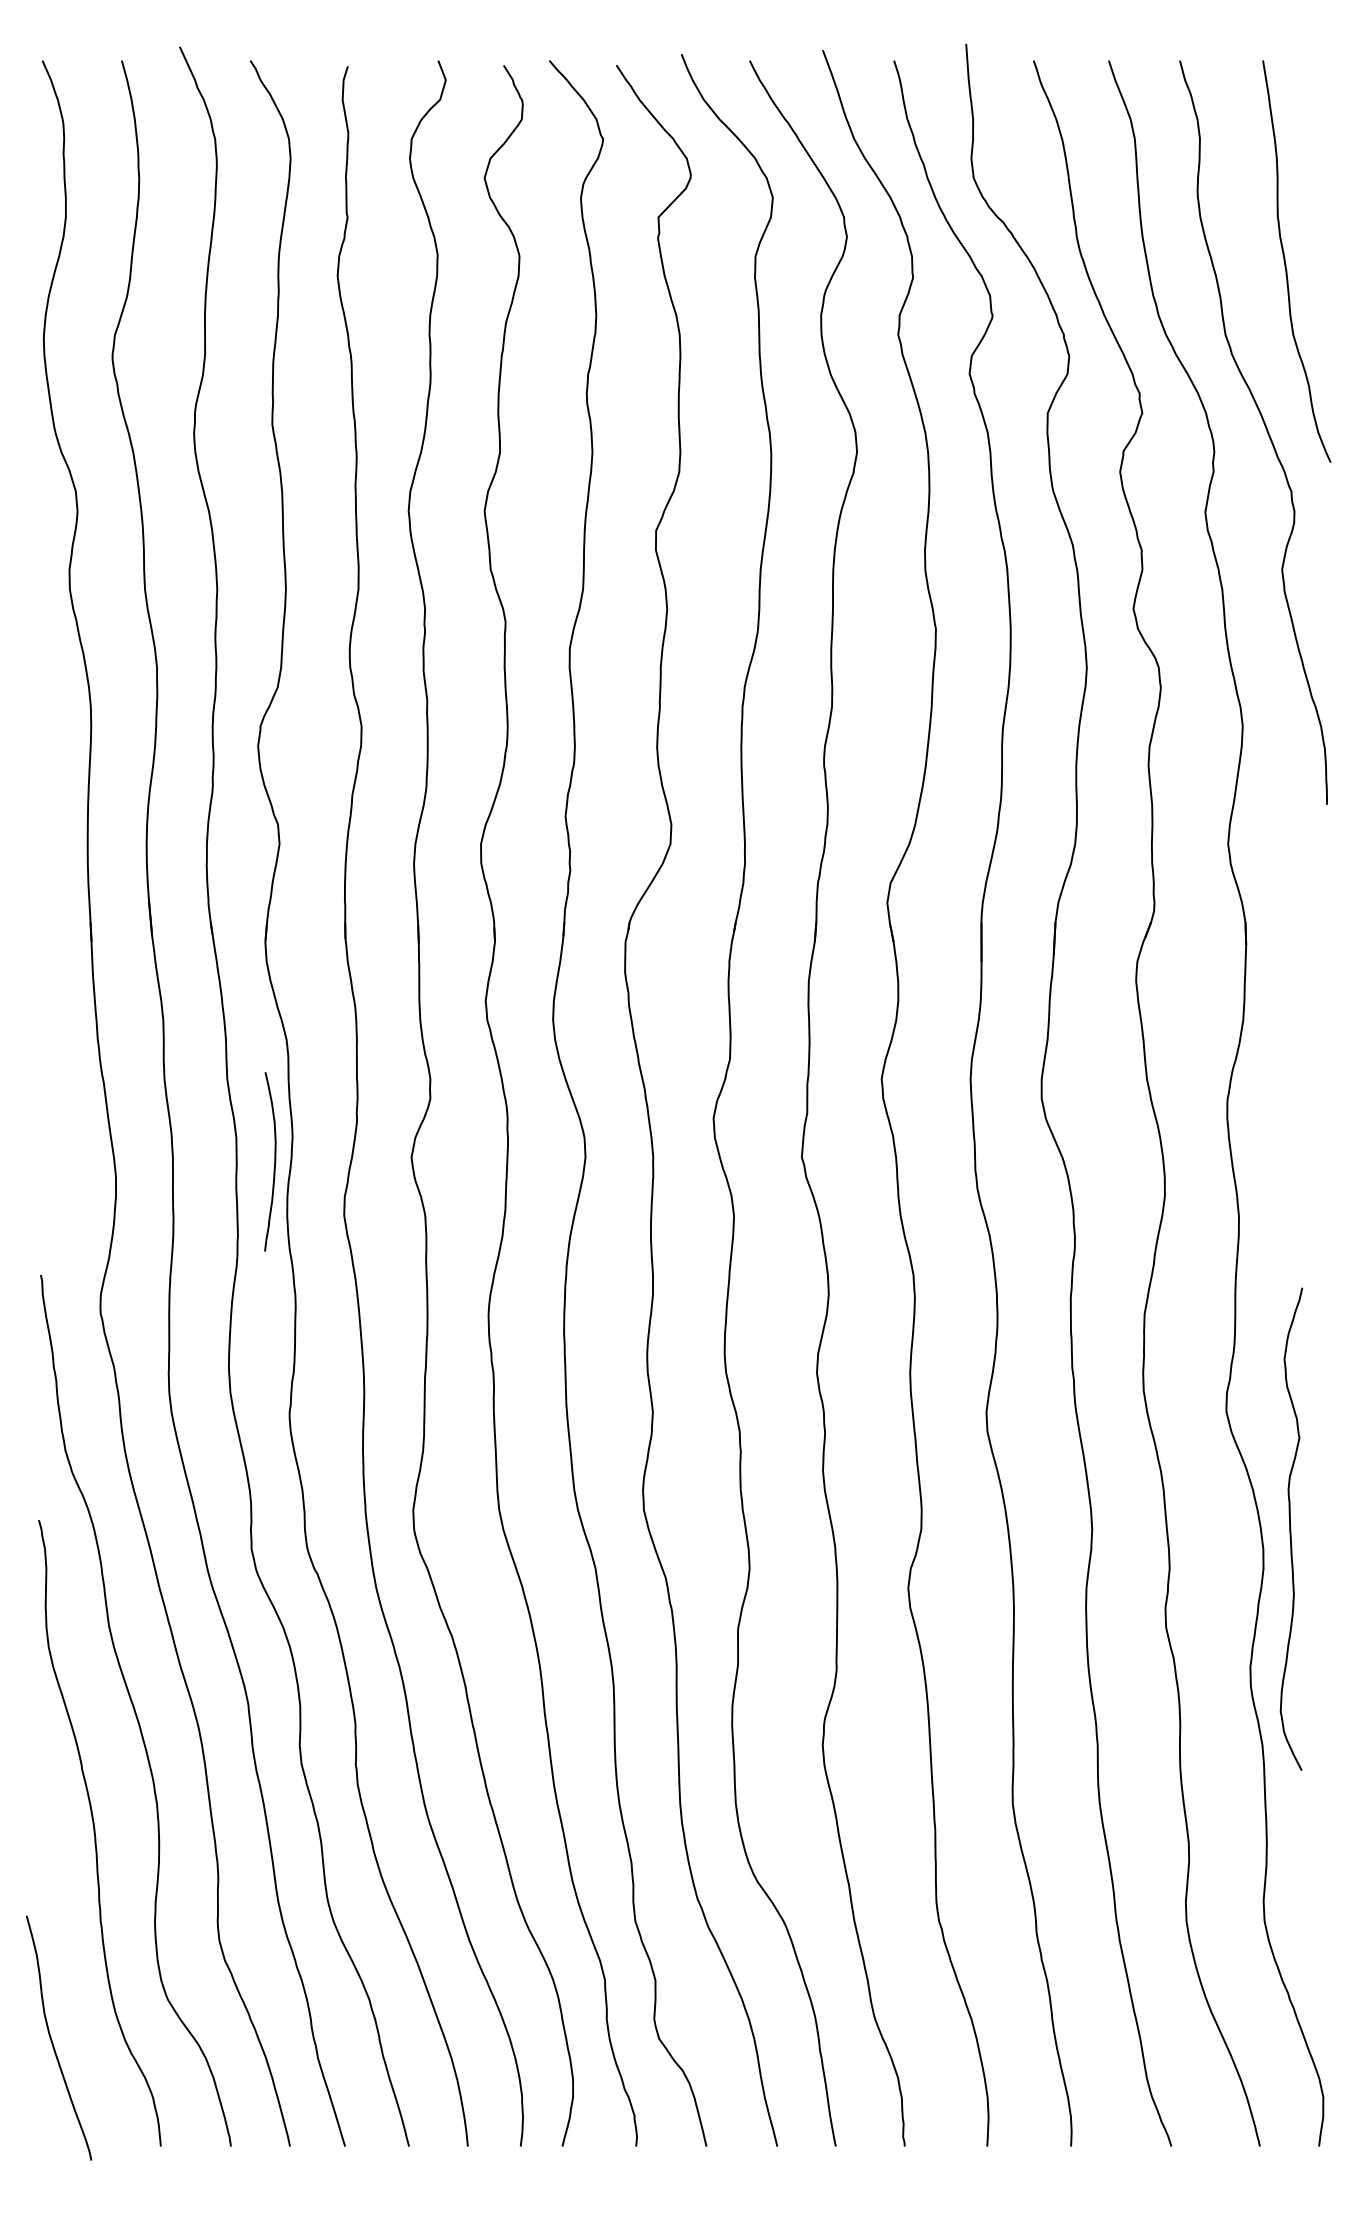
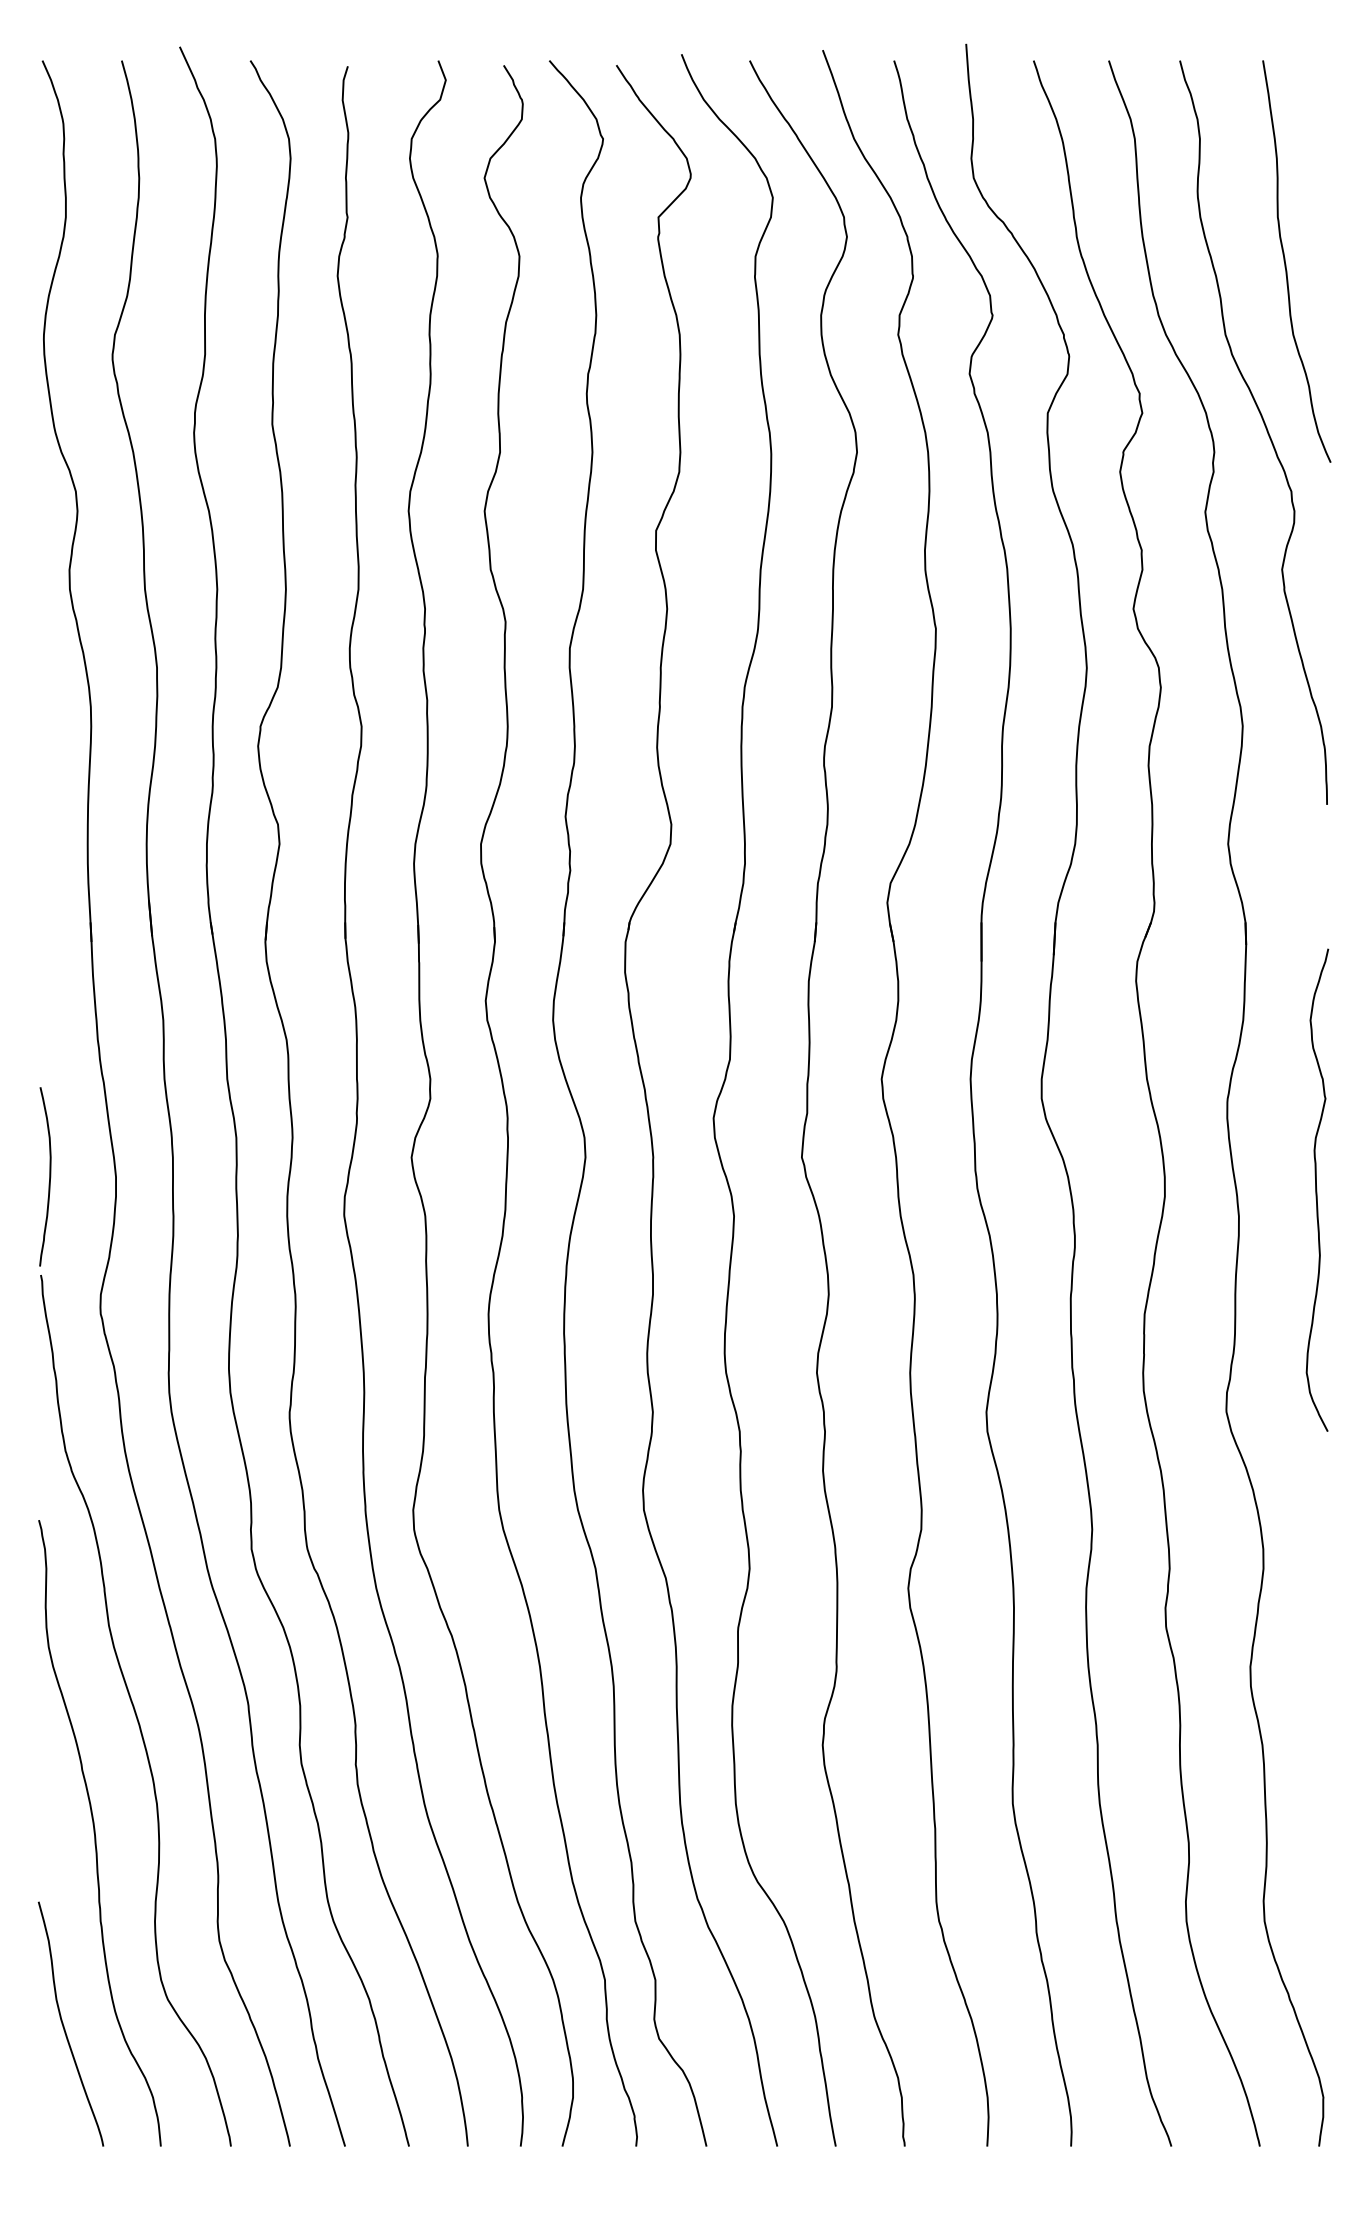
curve at (274, 1161) position: (274, 1161) -> (49, 1176)
curve at (1291, 1528) position: (1291, 1528) -> (1317, 1189)
curve at (52, 2039) position: (52, 2039) -> (64, 2025)
